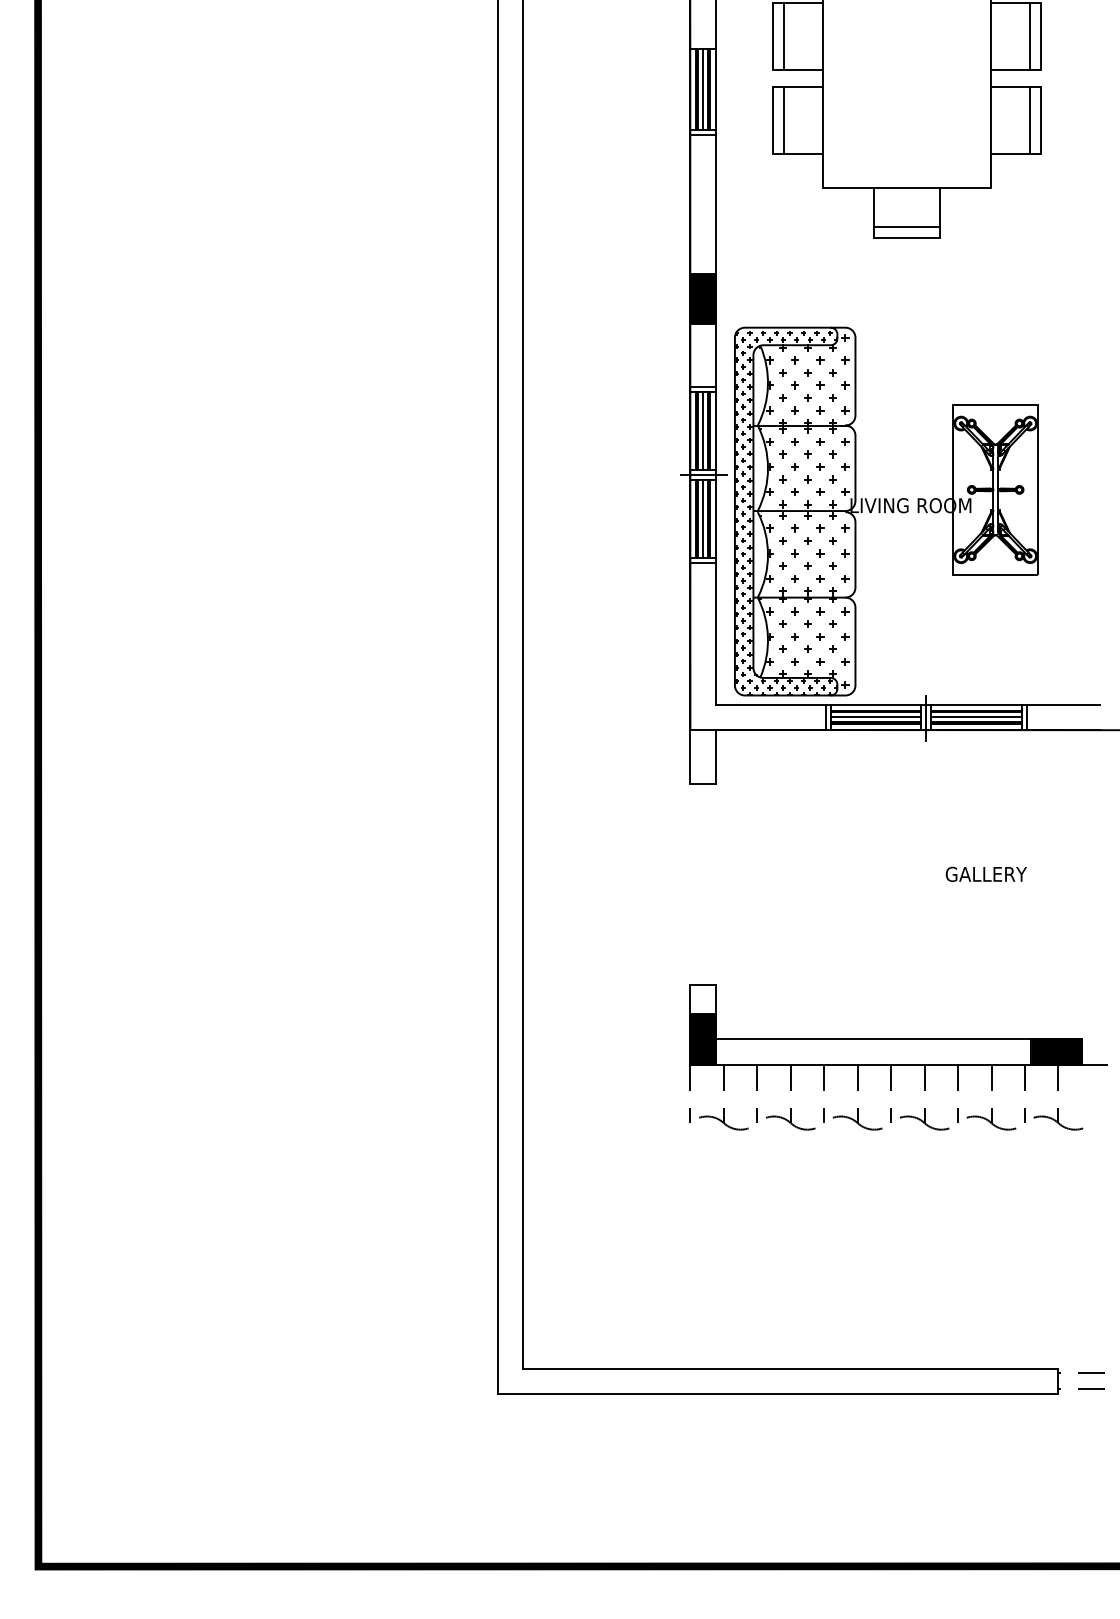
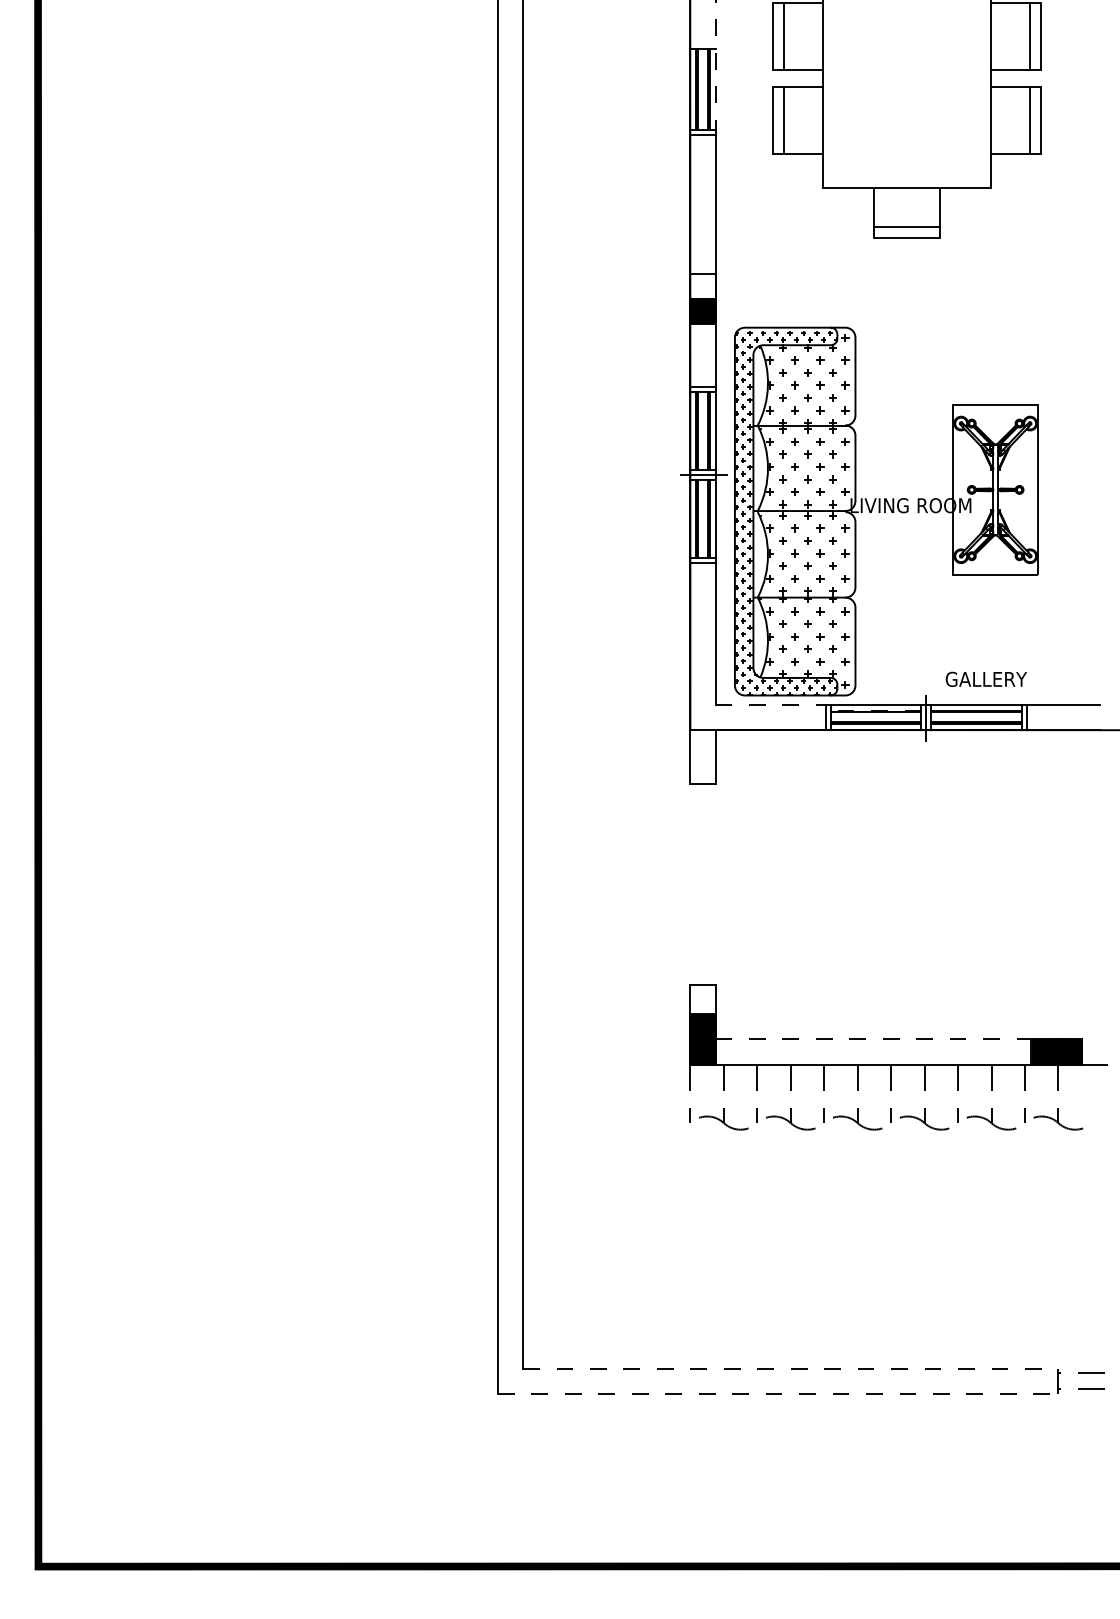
line at (715, 68): solid -> dashed
line at (702, 88): present -> none
fill at (702, 286): present -> none
line at (702, 430): present -> none
line at (702, 518): present -> none
line at (771, 704): solid -> dashed
line at (875, 710): solid -> dashed
line at (875, 717): present -> none
line at (976, 717): present -> none
text at (985, 873) position: (985, 873) -> (985, 678)
line at (898, 1039): solid -> dashed
line at (790, 1368): solid -> dashed
line at (778, 1393): solid -> dashed
